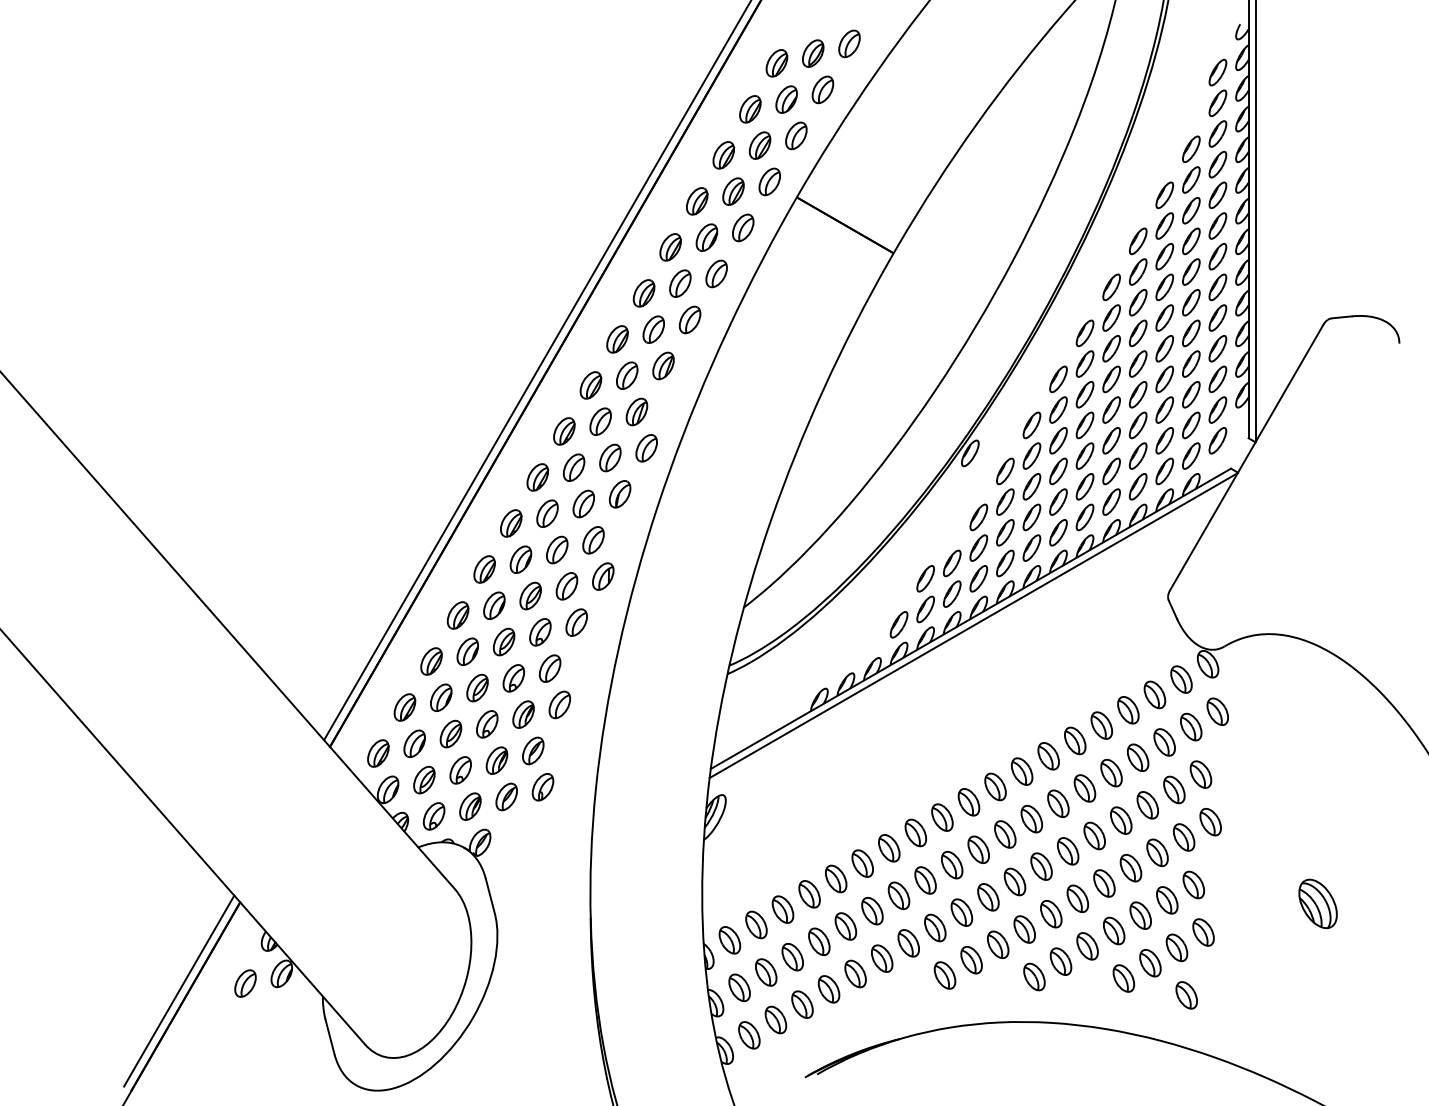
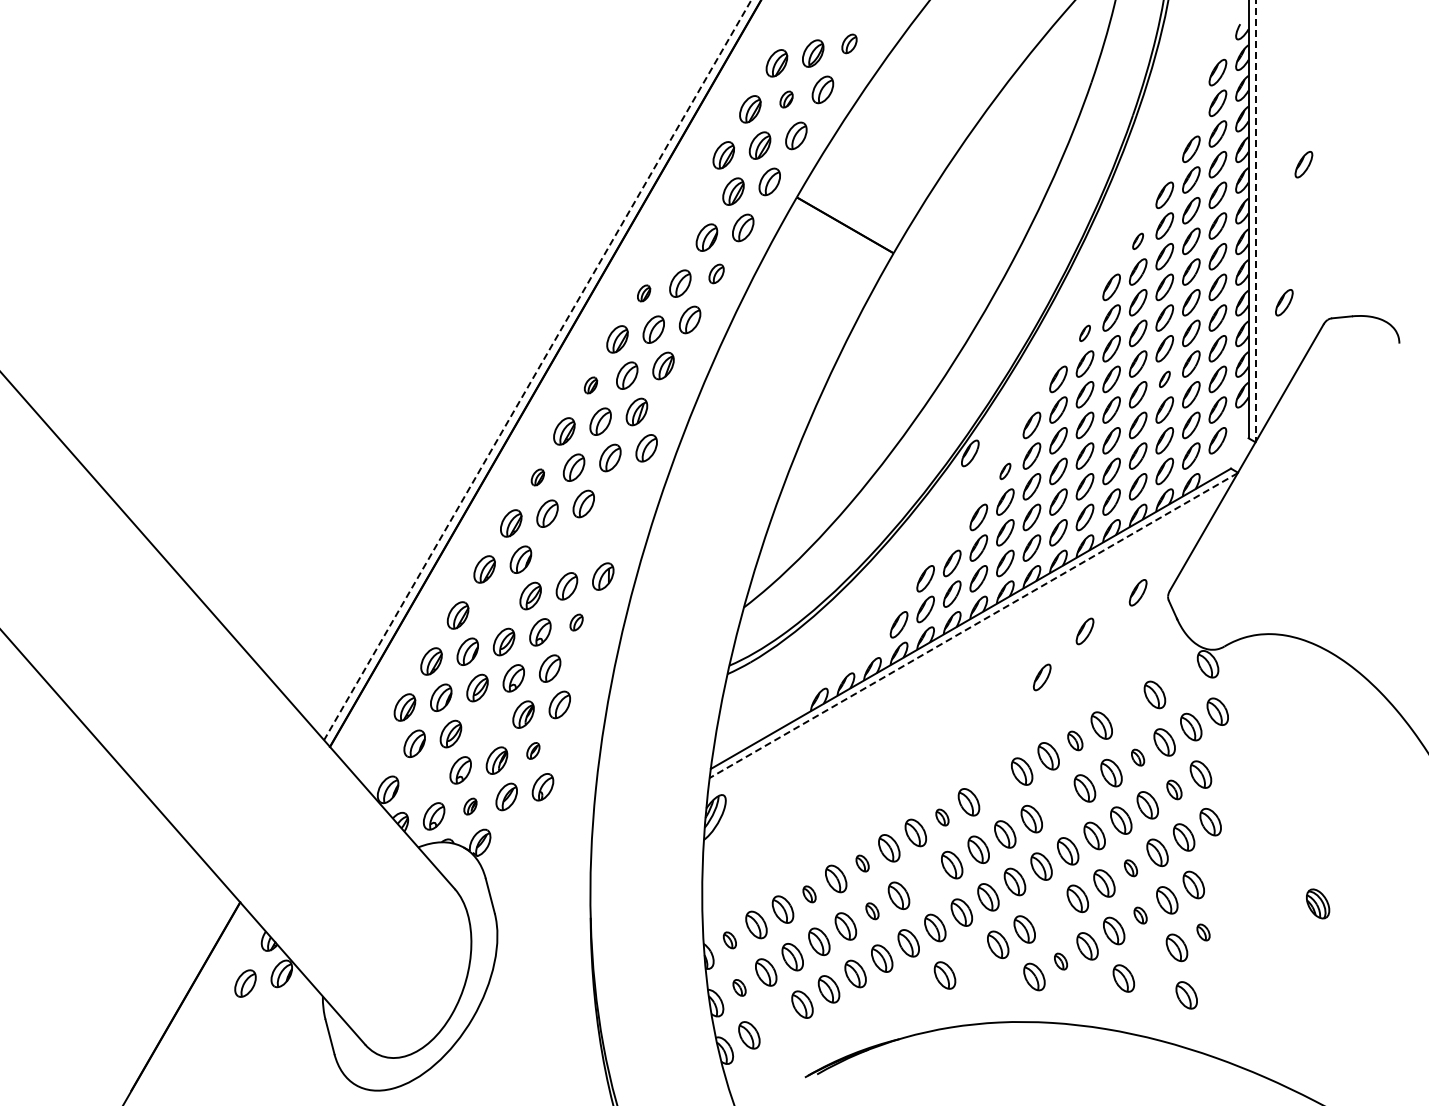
part at (849, 43) size: 23x30 px -> 17x22 px
part at (786, 99) size: 23x29 px -> 15x19 px
part at (1303, 164): none -> present
part at (697, 201): present -> none
line at (1255, 221): solid -> dashed
part at (1137, 241) size: 20x29 px -> 13x18 px
part at (670, 247): present -> none
part at (716, 273) size: 23x30 px -> 17x22 px
part at (643, 293) size: 24x29 px -> 15x19 px
part at (1284, 302): none -> present
part at (1084, 333) size: 20x29 px -> 12x18 px
line at (537, 370): solid -> dashed
part at (1164, 379) size: 20x29 px -> 12x18 px
part at (590, 385) size: 24x29 px -> 15x19 px
part at (1005, 471) size: 19x29 px -> 13x19 px
part at (537, 477) size: 24x29 px -> 15x19 px
part at (620, 494): present -> none
part at (593, 540): present -> none
part at (557, 549): present -> none
part at (1137, 592): none -> present
part at (494, 605): present -> none
part at (576, 622) size: 23x29 px -> 15x19 px
line at (973, 625): solid -> dashed
part at (1084, 631): none -> present
part at (1041, 677): none -> present
part at (1181, 679): present -> none
part at (1128, 710): present -> none
part at (487, 724): present -> none
part at (1075, 740) size: 23x30 px -> 17x22 px
part at (533, 750) size: 23x30 px -> 15x18 px
part at (378, 753): present -> none
part at (1137, 757) size: 24x29 px -> 15x19 px
part at (424, 779): present -> none
part at (995, 786): present -> none
part at (1174, 789) size: 23x30 px -> 17x22 px
part at (1058, 803): present -> none
part at (470, 806) size: 23x29 px -> 15x19 px
part at (942, 817) size: 23x29 px -> 15x19 px
part at (862, 863) size: 23x29 px -> 15x19 px
part at (1130, 868) size: 24x29 px -> 14x19 px
part at (925, 880): present -> none
part at (809, 894) size: 23x29 px -> 15x19 px
part at (1317, 903) size: 40x52 px -> 25x32 px
part at (872, 911) size: 23x29 px -> 15x19 px
part at (1051, 914): present -> none
part at (1140, 915) size: 23x29 px -> 15x19 px
part at (1203, 932) size: 23x29 px -> 15x19 px
part at (729, 940) size: 24x29 px -> 15x19 px
part at (971, 960): present -> none
part at (1060, 961) size: 24x29 px -> 14x19 px
part at (1150, 963): present -> none
part at (739, 987) size: 23x30 px -> 15x18 px
line at (179, 990): present -> none
part at (775, 1019): present -> none
